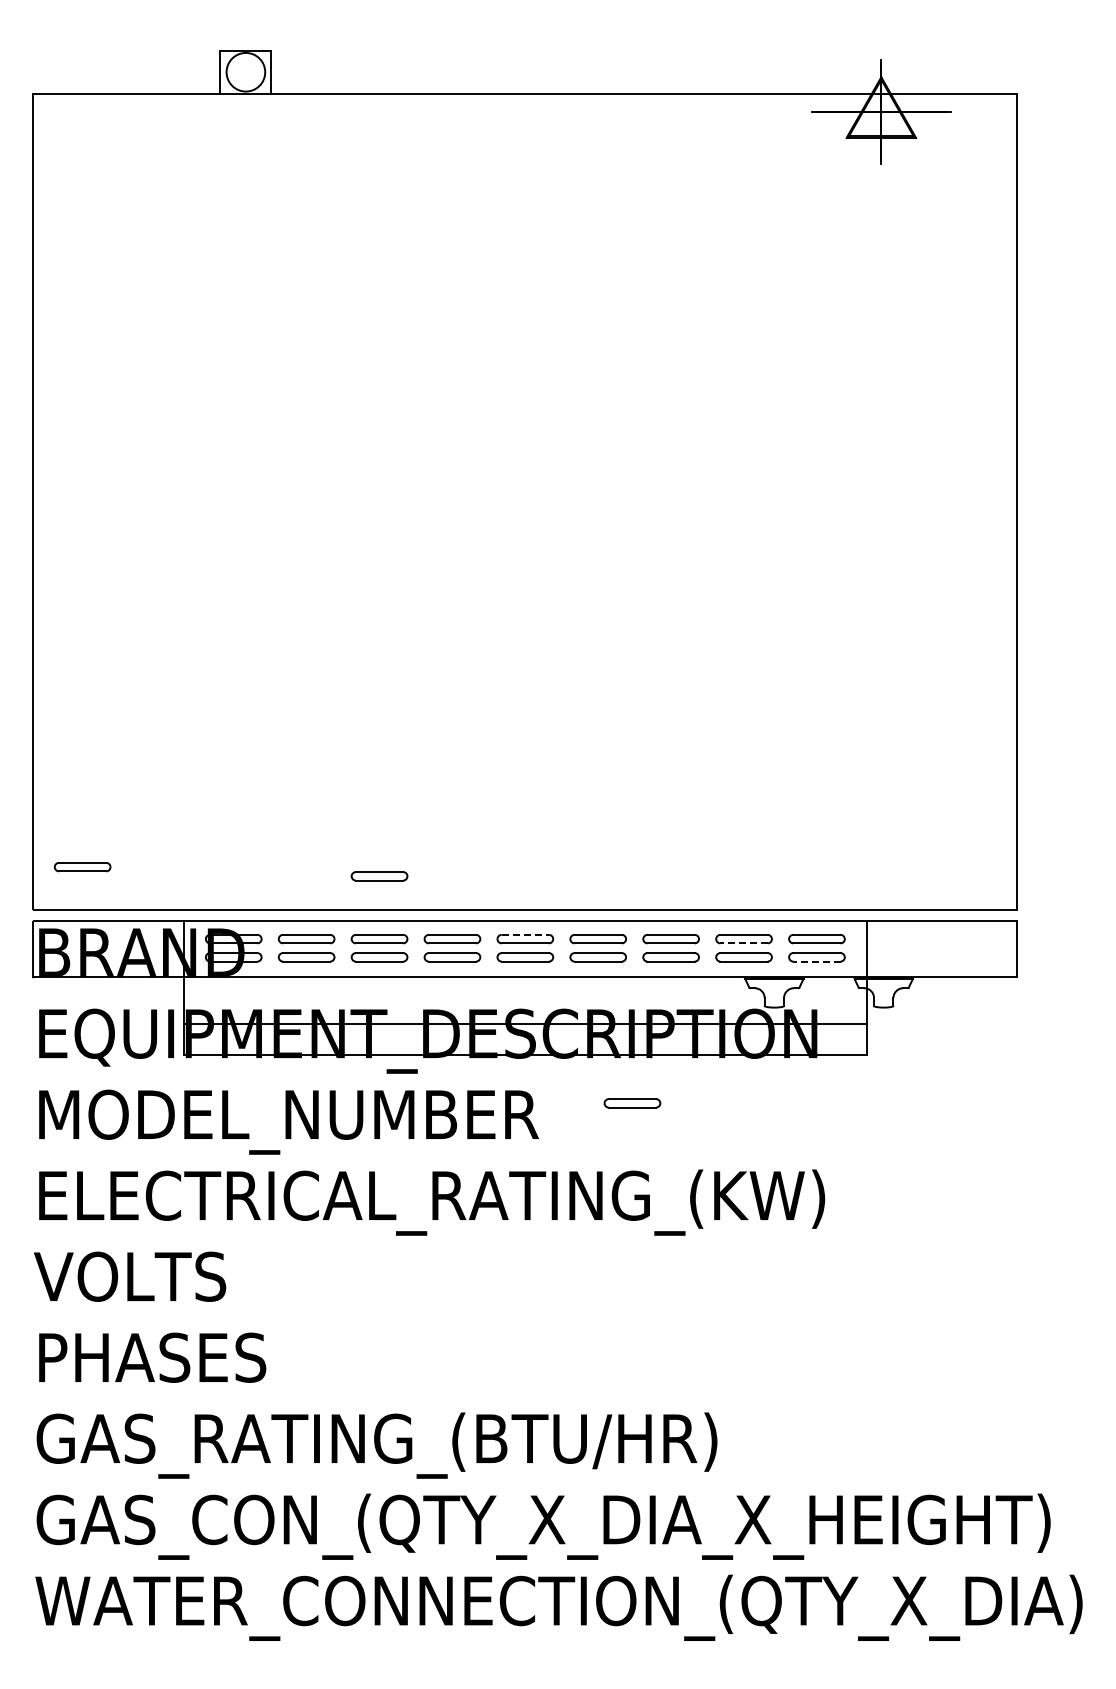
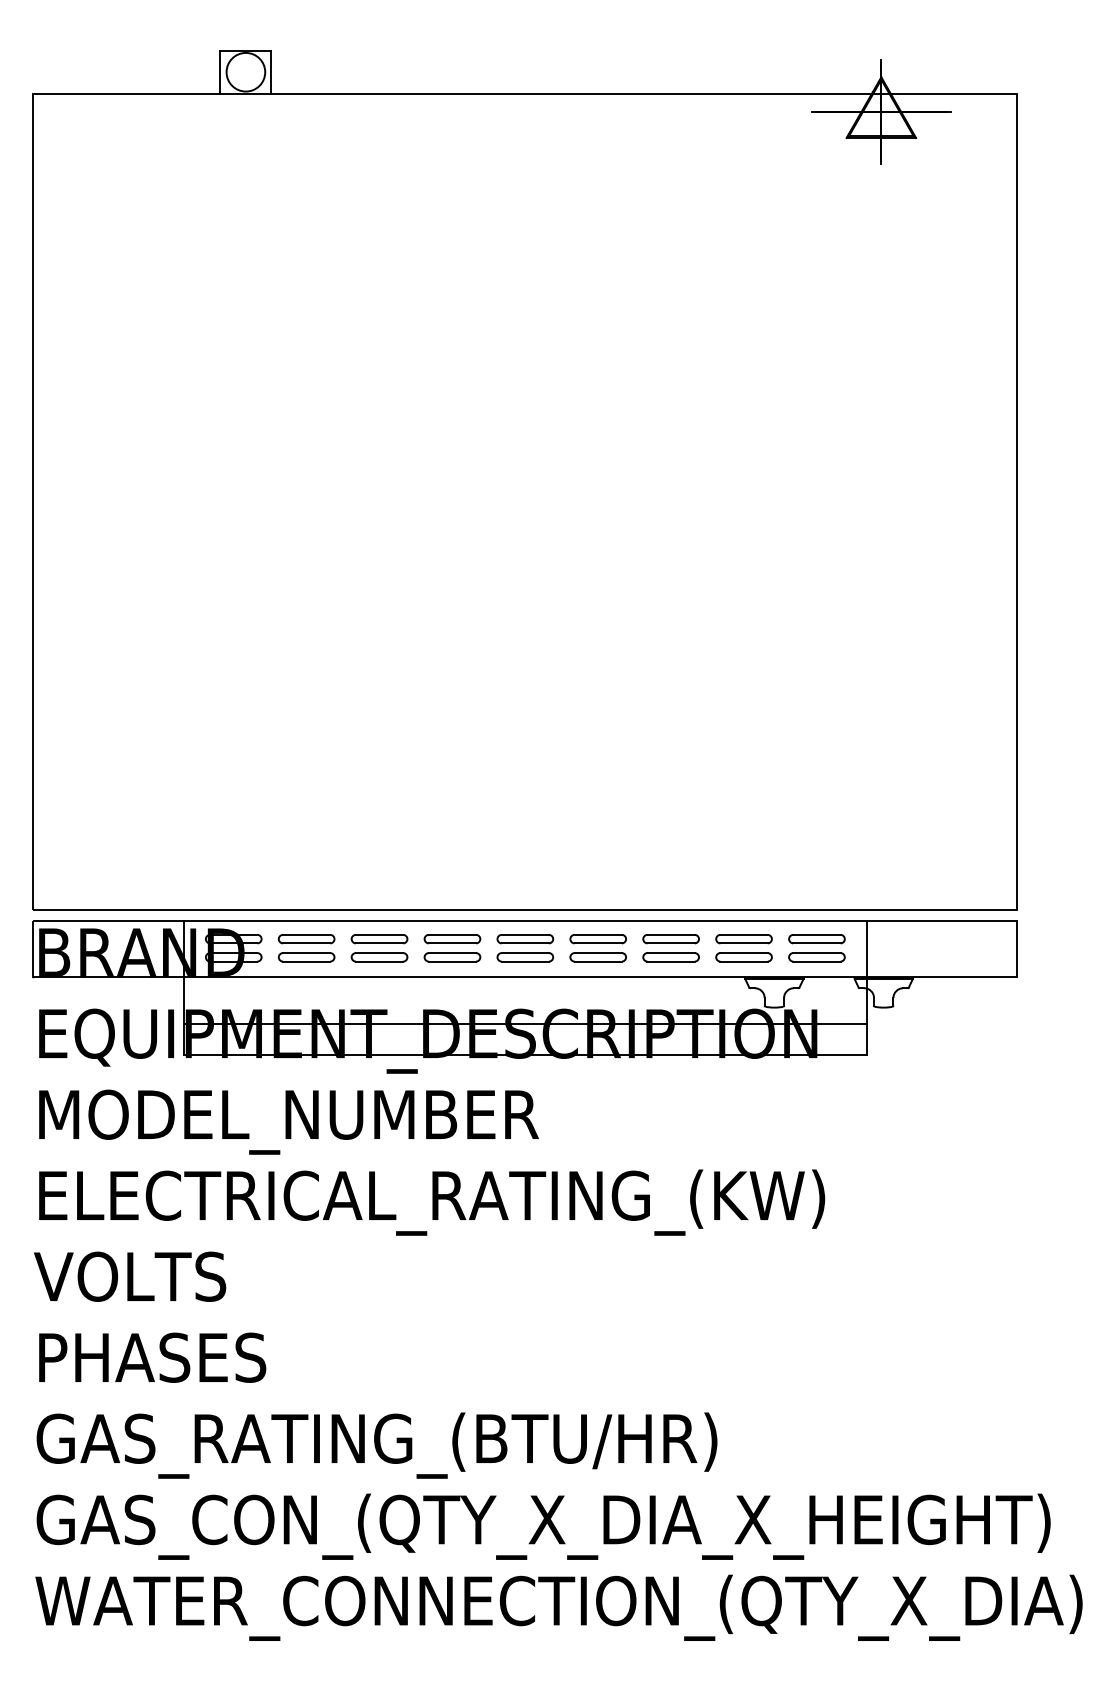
part at (82, 867): present -> none
part at (379, 876): present -> none
line at (525, 934): dashed -> solid
line at (744, 943): dashed -> solid
line at (816, 961): dashed -> solid
part at (632, 1103): present -> none
